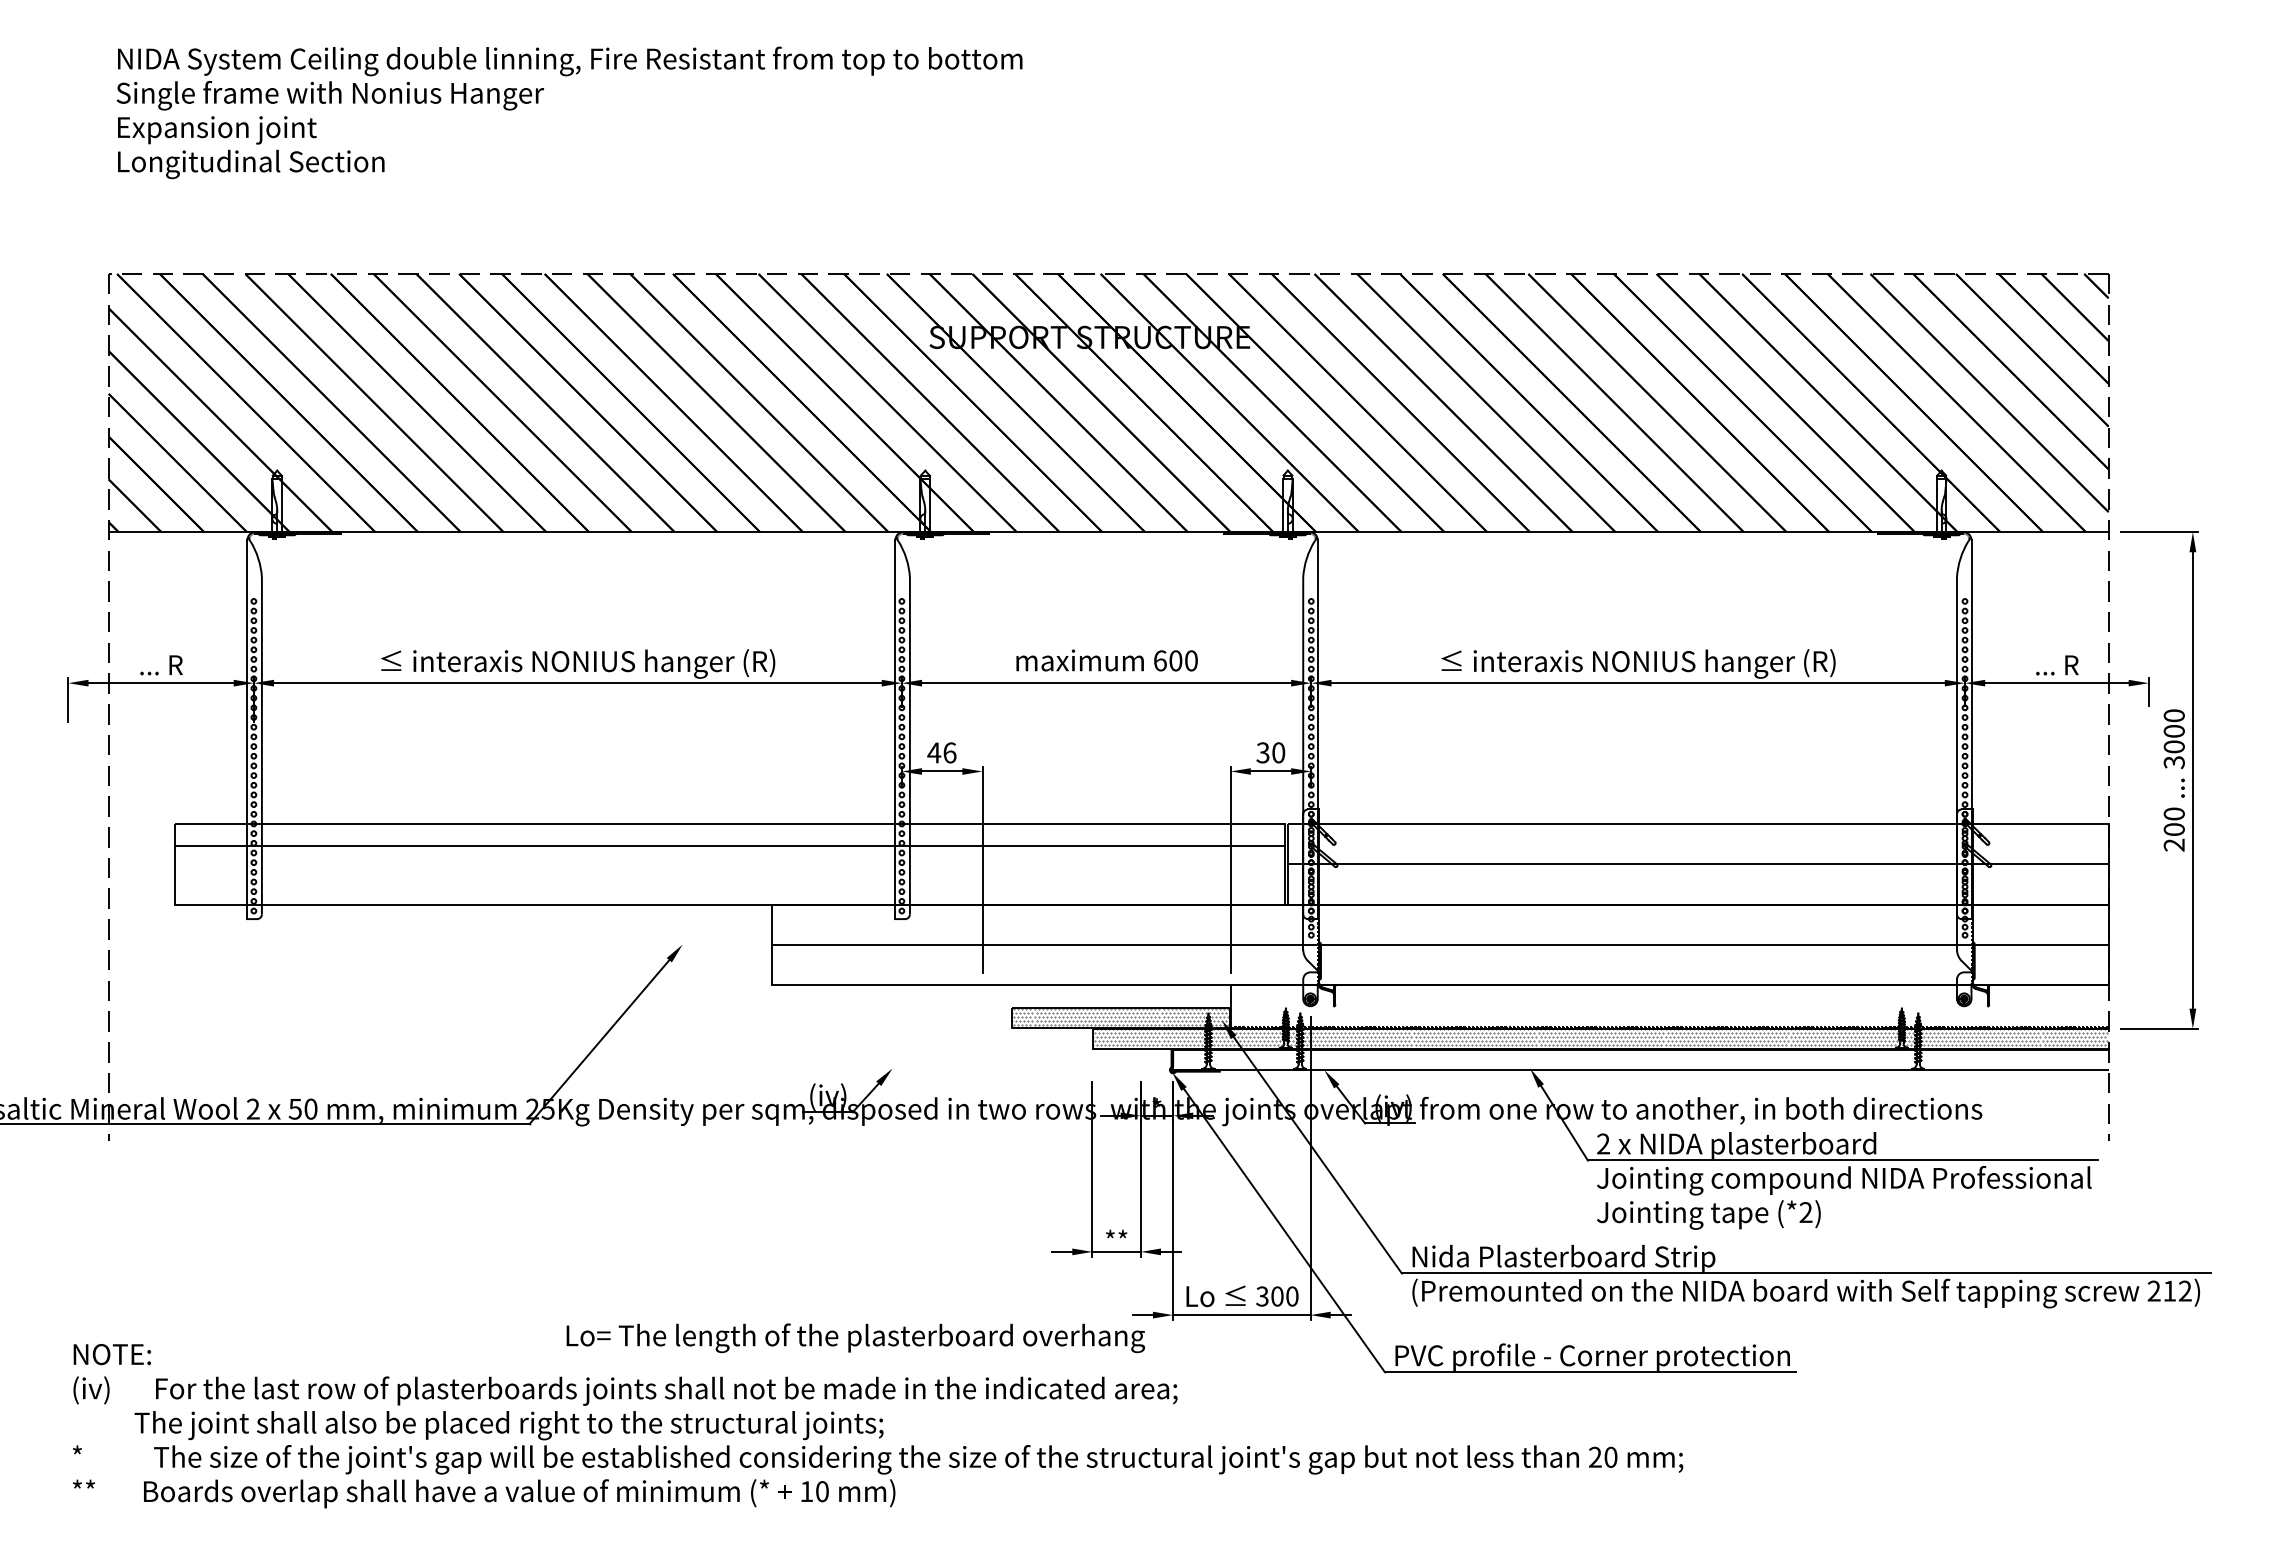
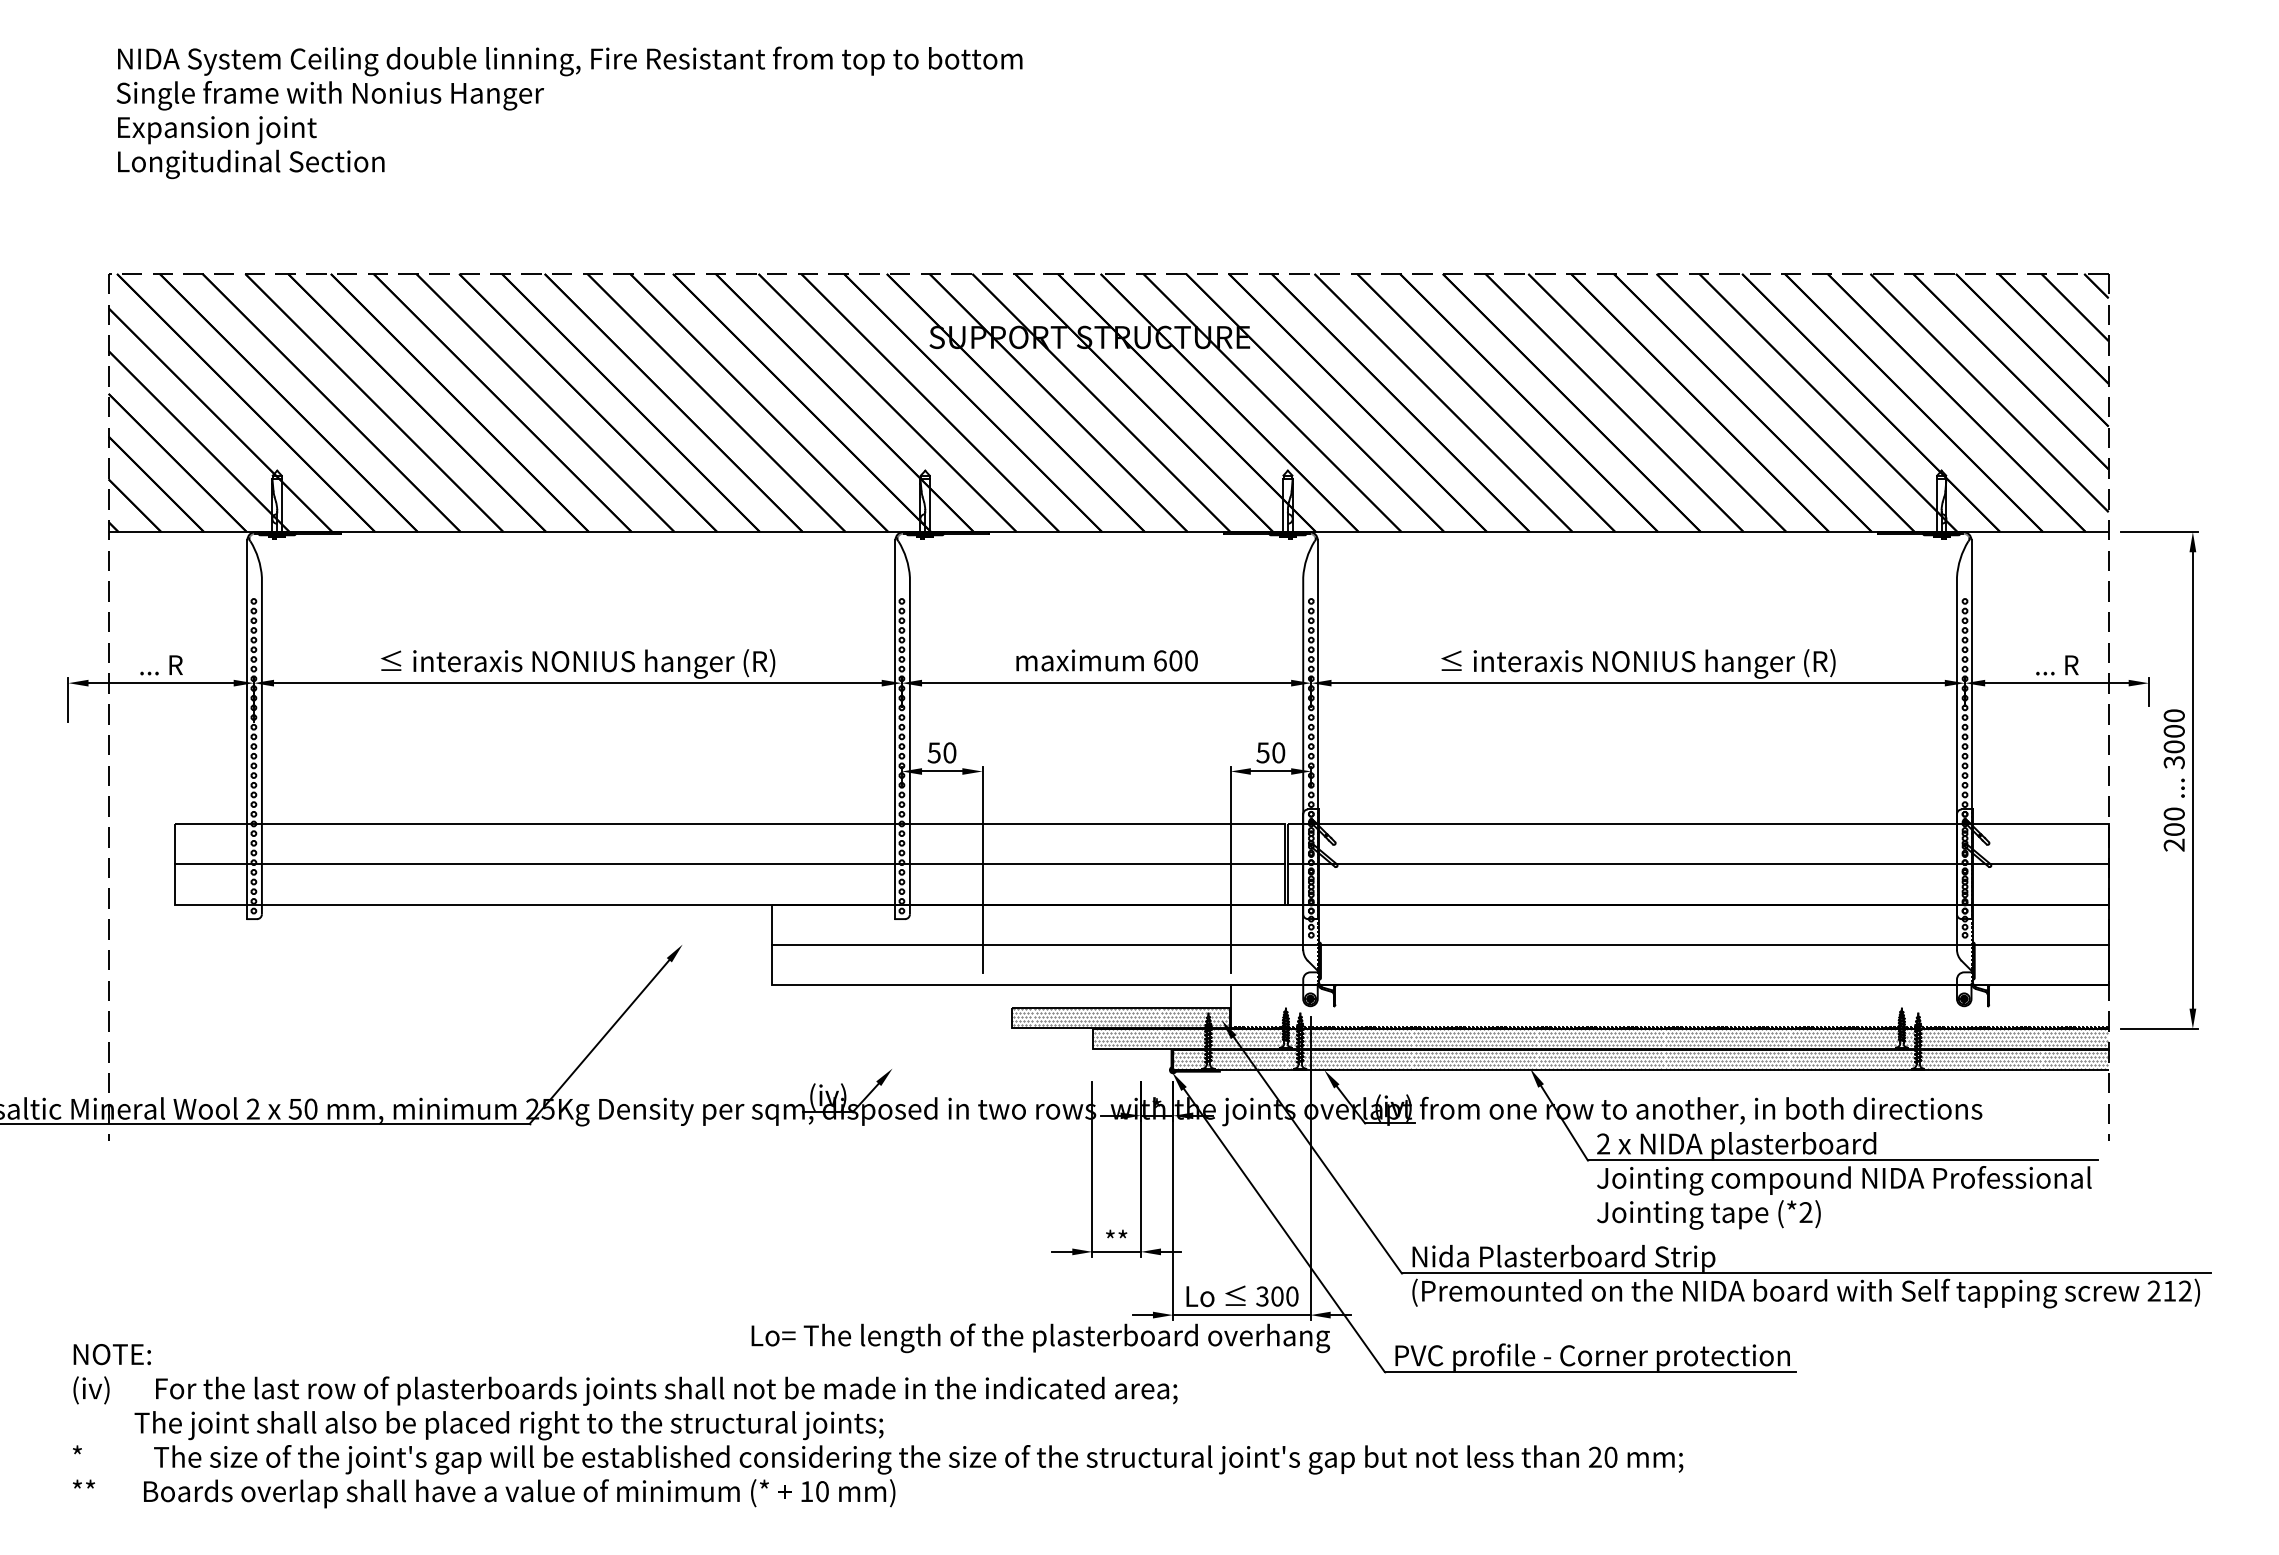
text at (941, 752): 46 -> 50
text at (1263, 752): 30 -> 50
line at (729, 846) position: (729, 846) -> (729, 864)
hatch at (1640, 1061): none -> present
text at (855, 1338) position: (855, 1338) -> (1040, 1338)
